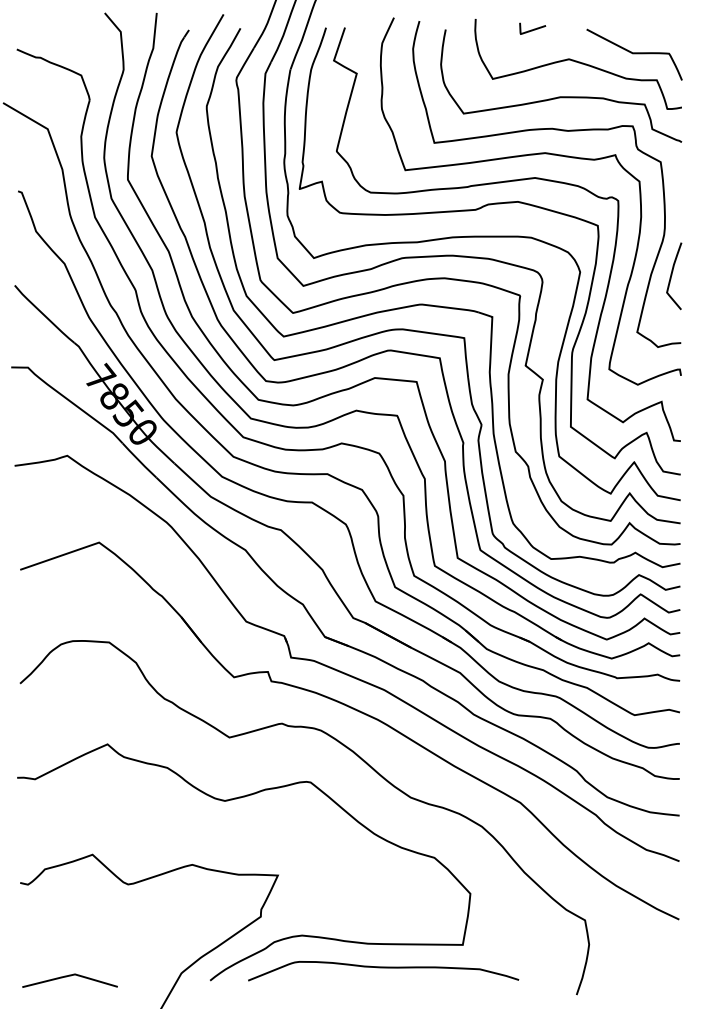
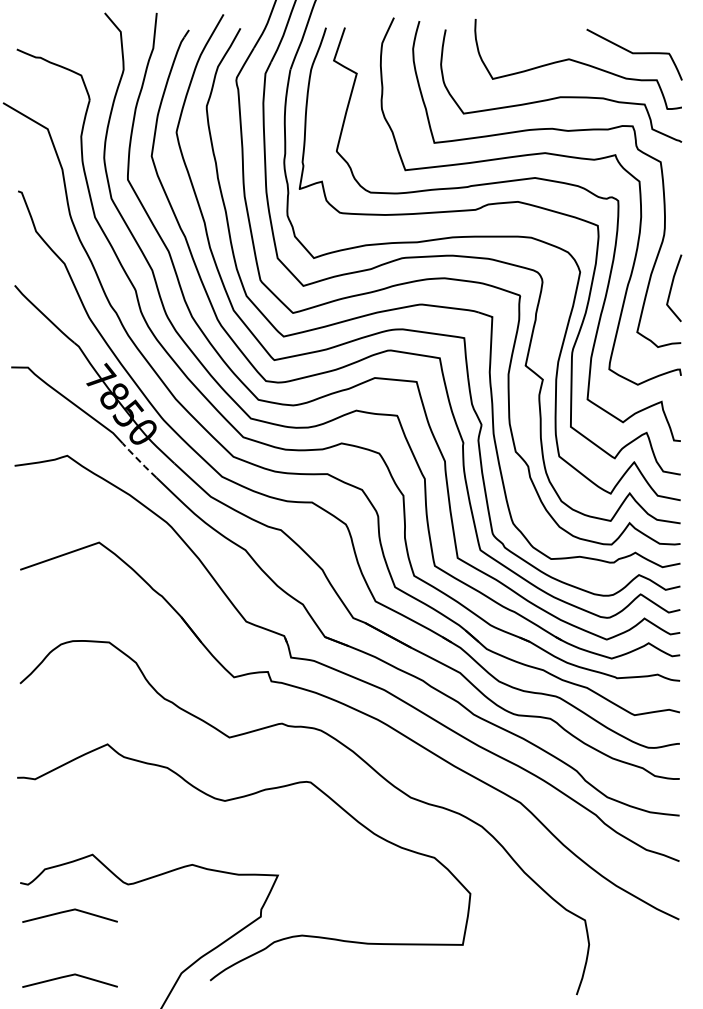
curve at (532, 29): present -> none
curve at (672, 275) position: (672, 275) -> (672, 287)
line at (138, 460): solid -> dashed
line at (69, 911): none -> present
curve at (383, 968): present -> none
